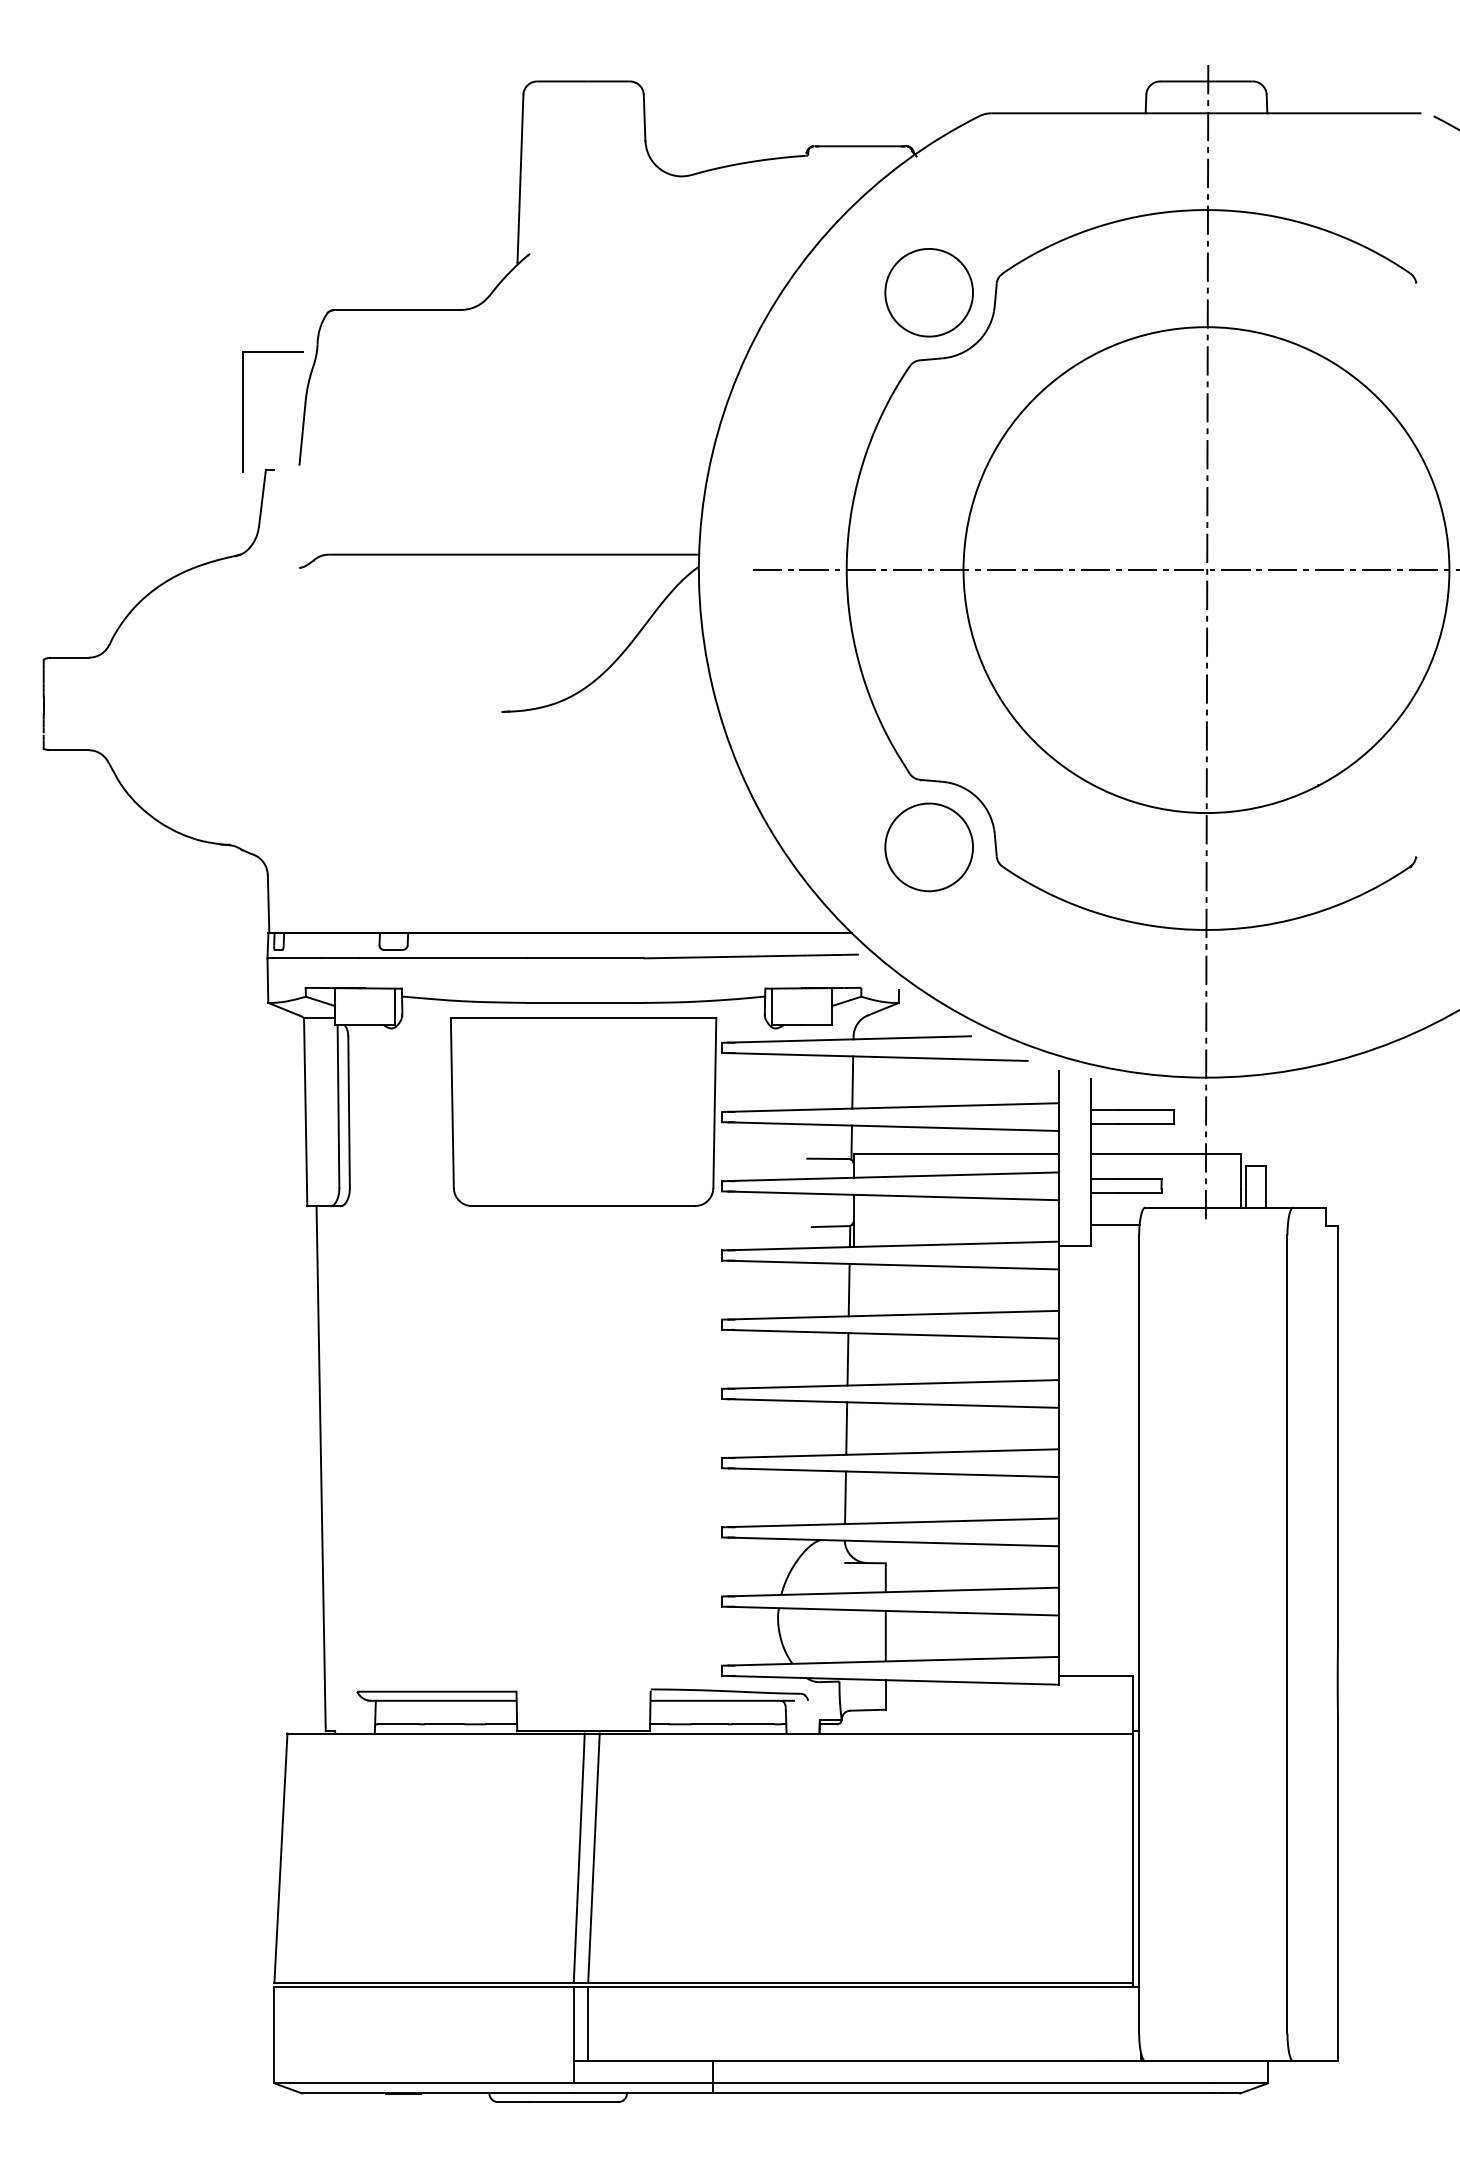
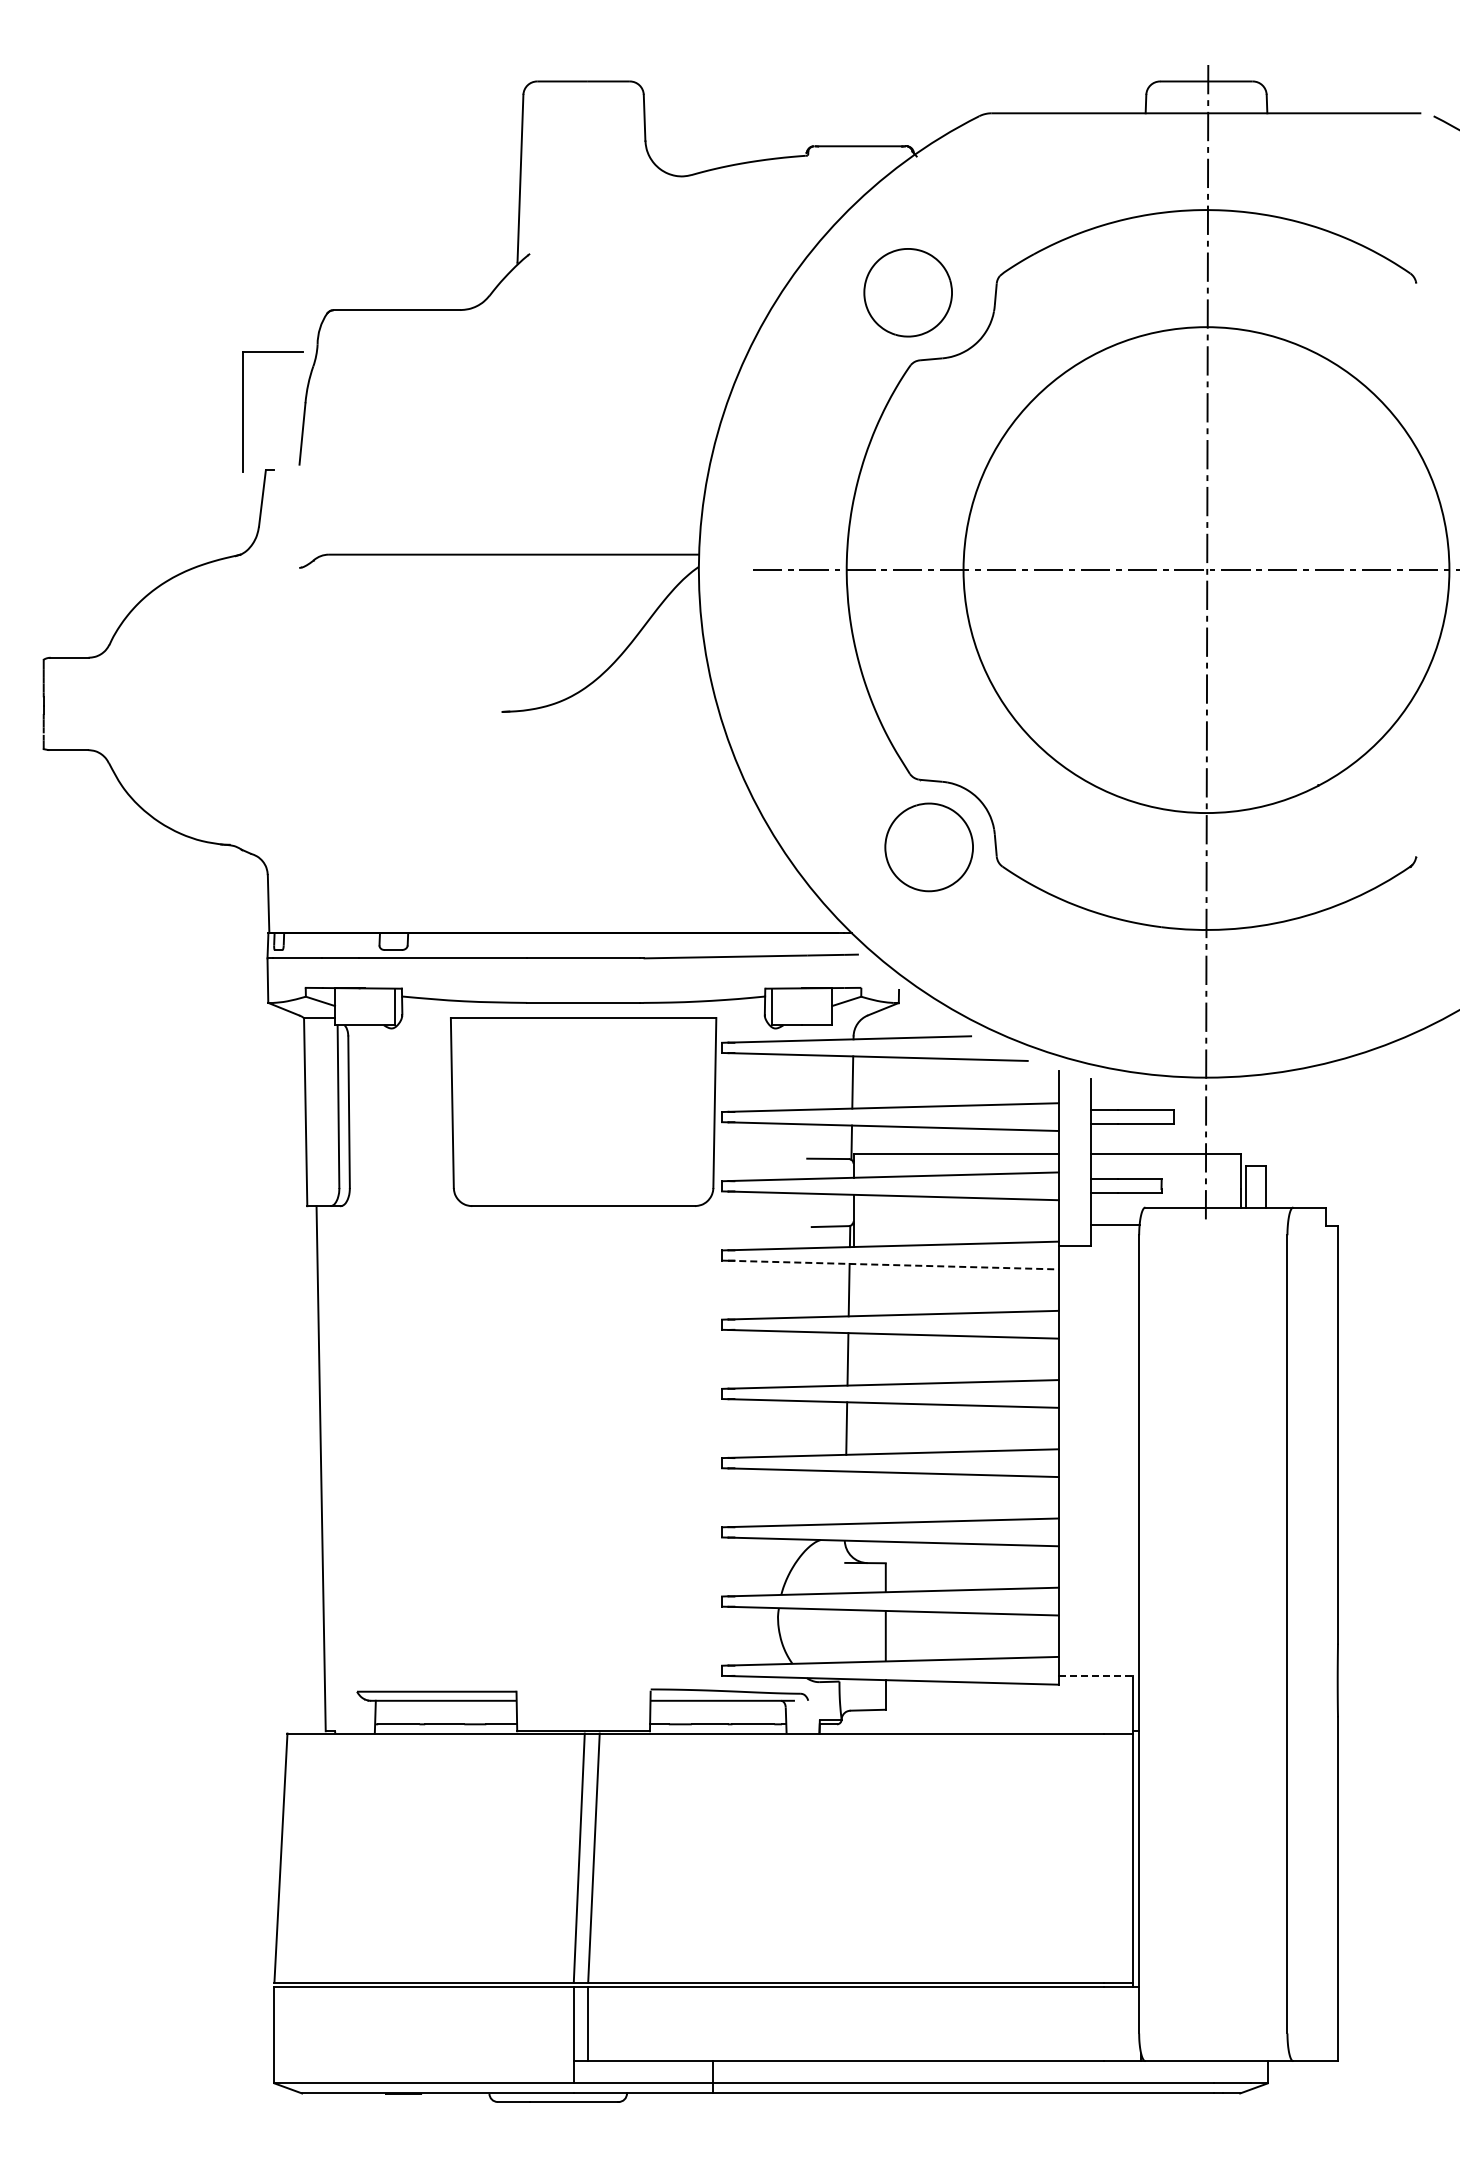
part at (928, 292) position: (928, 292) -> (907, 292)
line at (894, 1265): solid -> dashed
line at (845, 1497): present -> none
line at (1095, 1675): solid -> dashed
